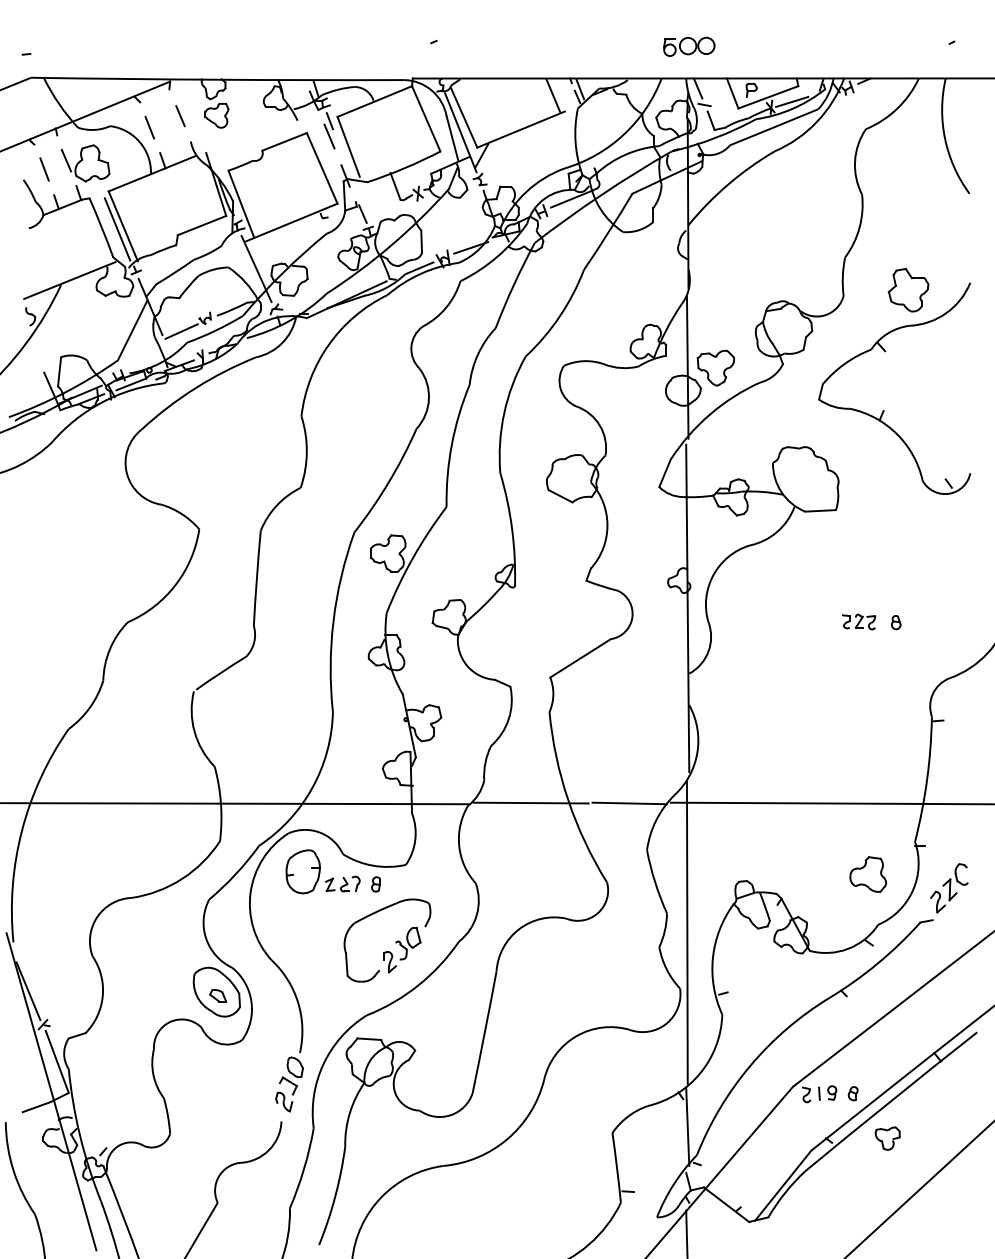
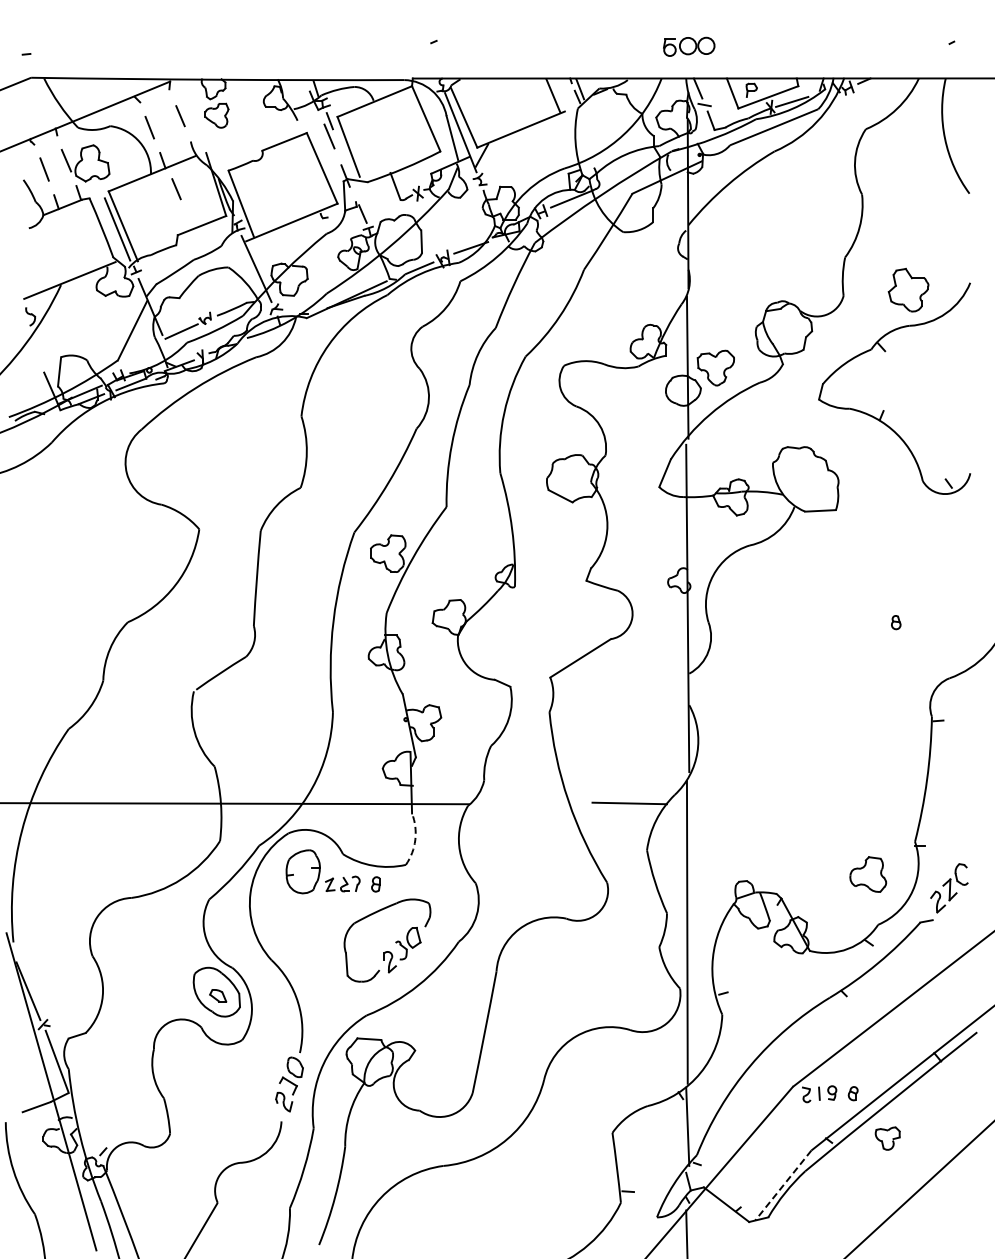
line at (176, 189): none -> present
part at (859, 621): present -> none
line at (530, 802): present -> none
line at (830, 803): present -> none
arc at (415, 839): solid -> dashed
line at (783, 1185): solid -> dashed
